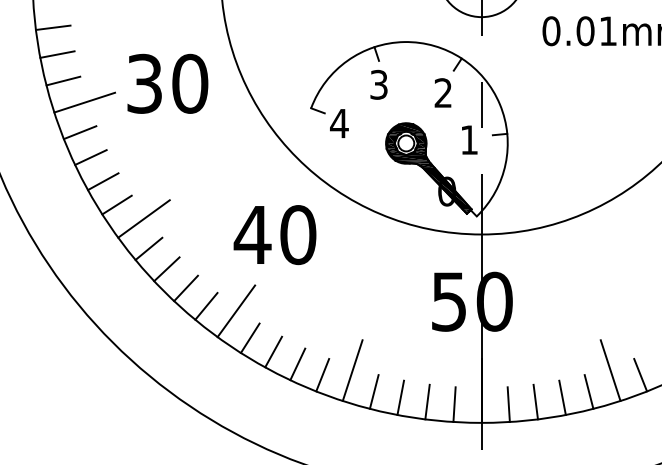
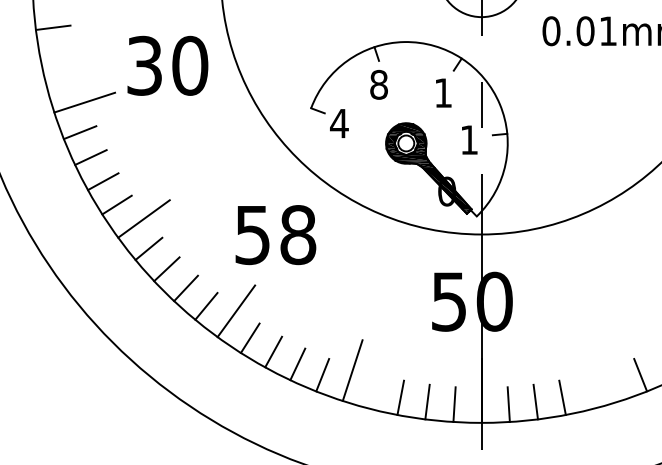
line at (57, 54): present -> none
line at (63, 80): present -> none
text at (167, 83) position: (167, 83) -> (167, 65)
text at (378, 84): 3 -> 8
text at (442, 92): 2 -> 1
text at (274, 235): 40 -> 58
line at (610, 370): present -> none
line at (373, 391): present -> none
line at (588, 391): present -> none
